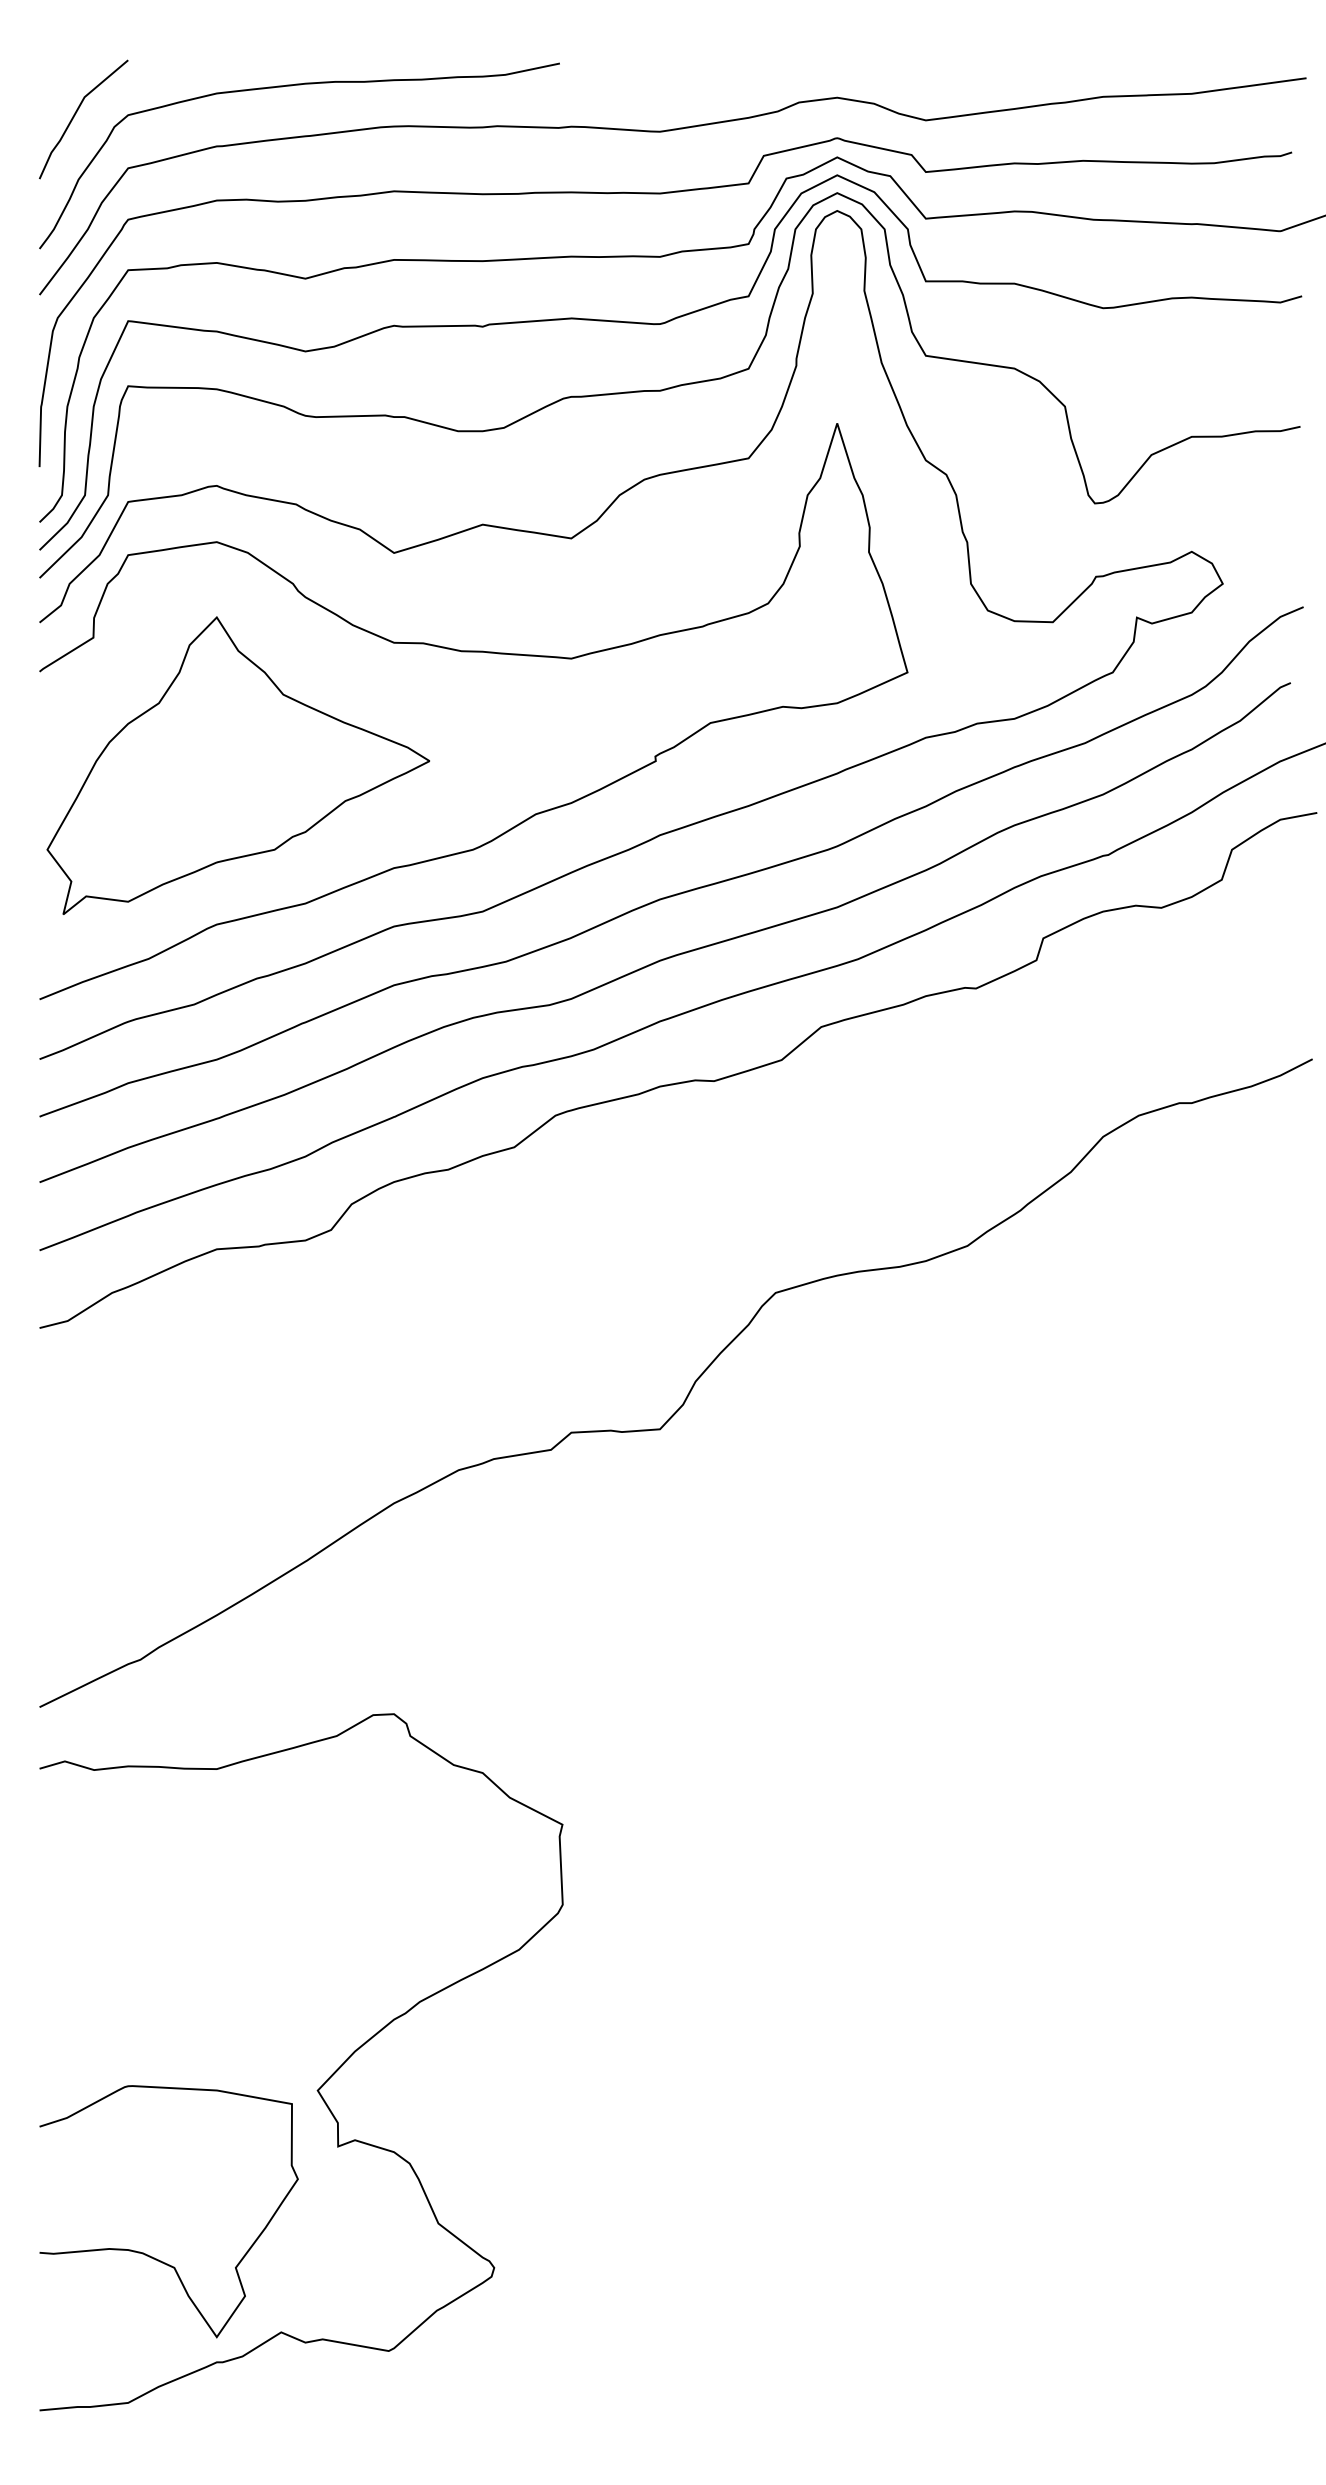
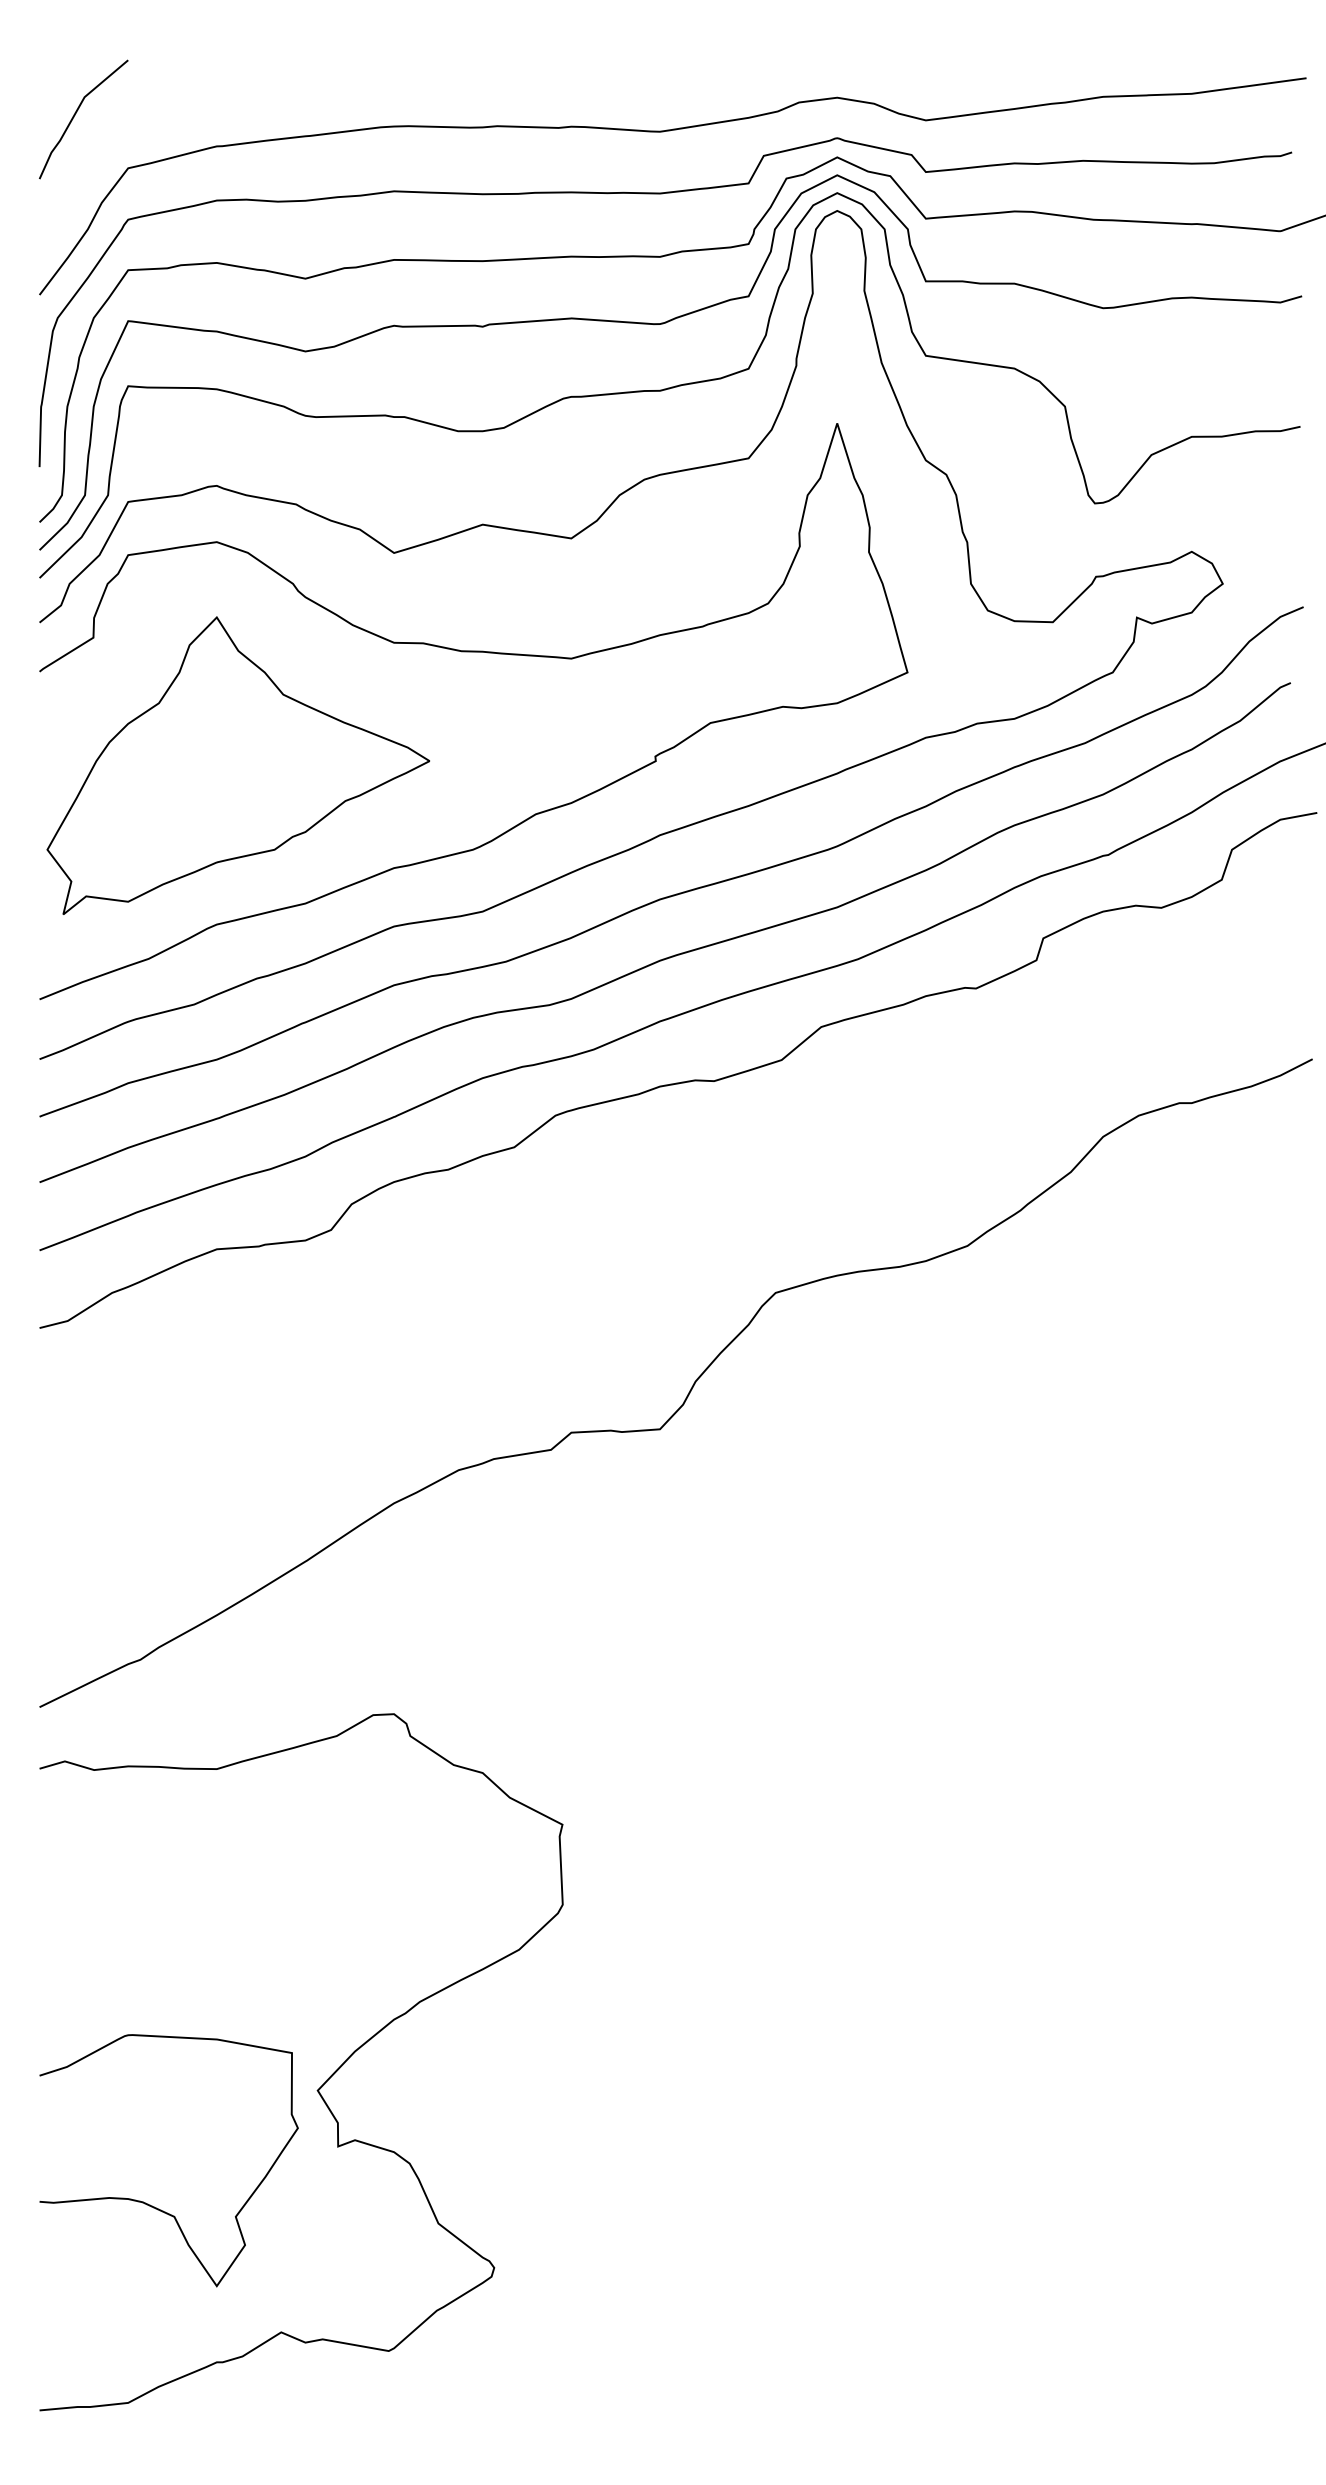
curve at (291, 86): present -> none
curve at (148, 2254) position: (148, 2254) -> (148, 2203)
